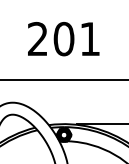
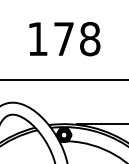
text at (64, 38): 201 -> 178
